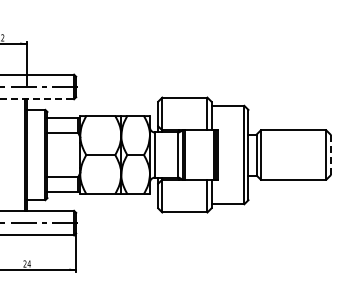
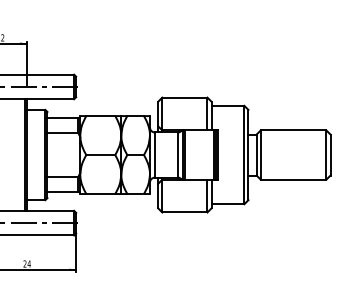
line at (37, 99): dashed -> solid
line at (330, 155): dashed -> solid
